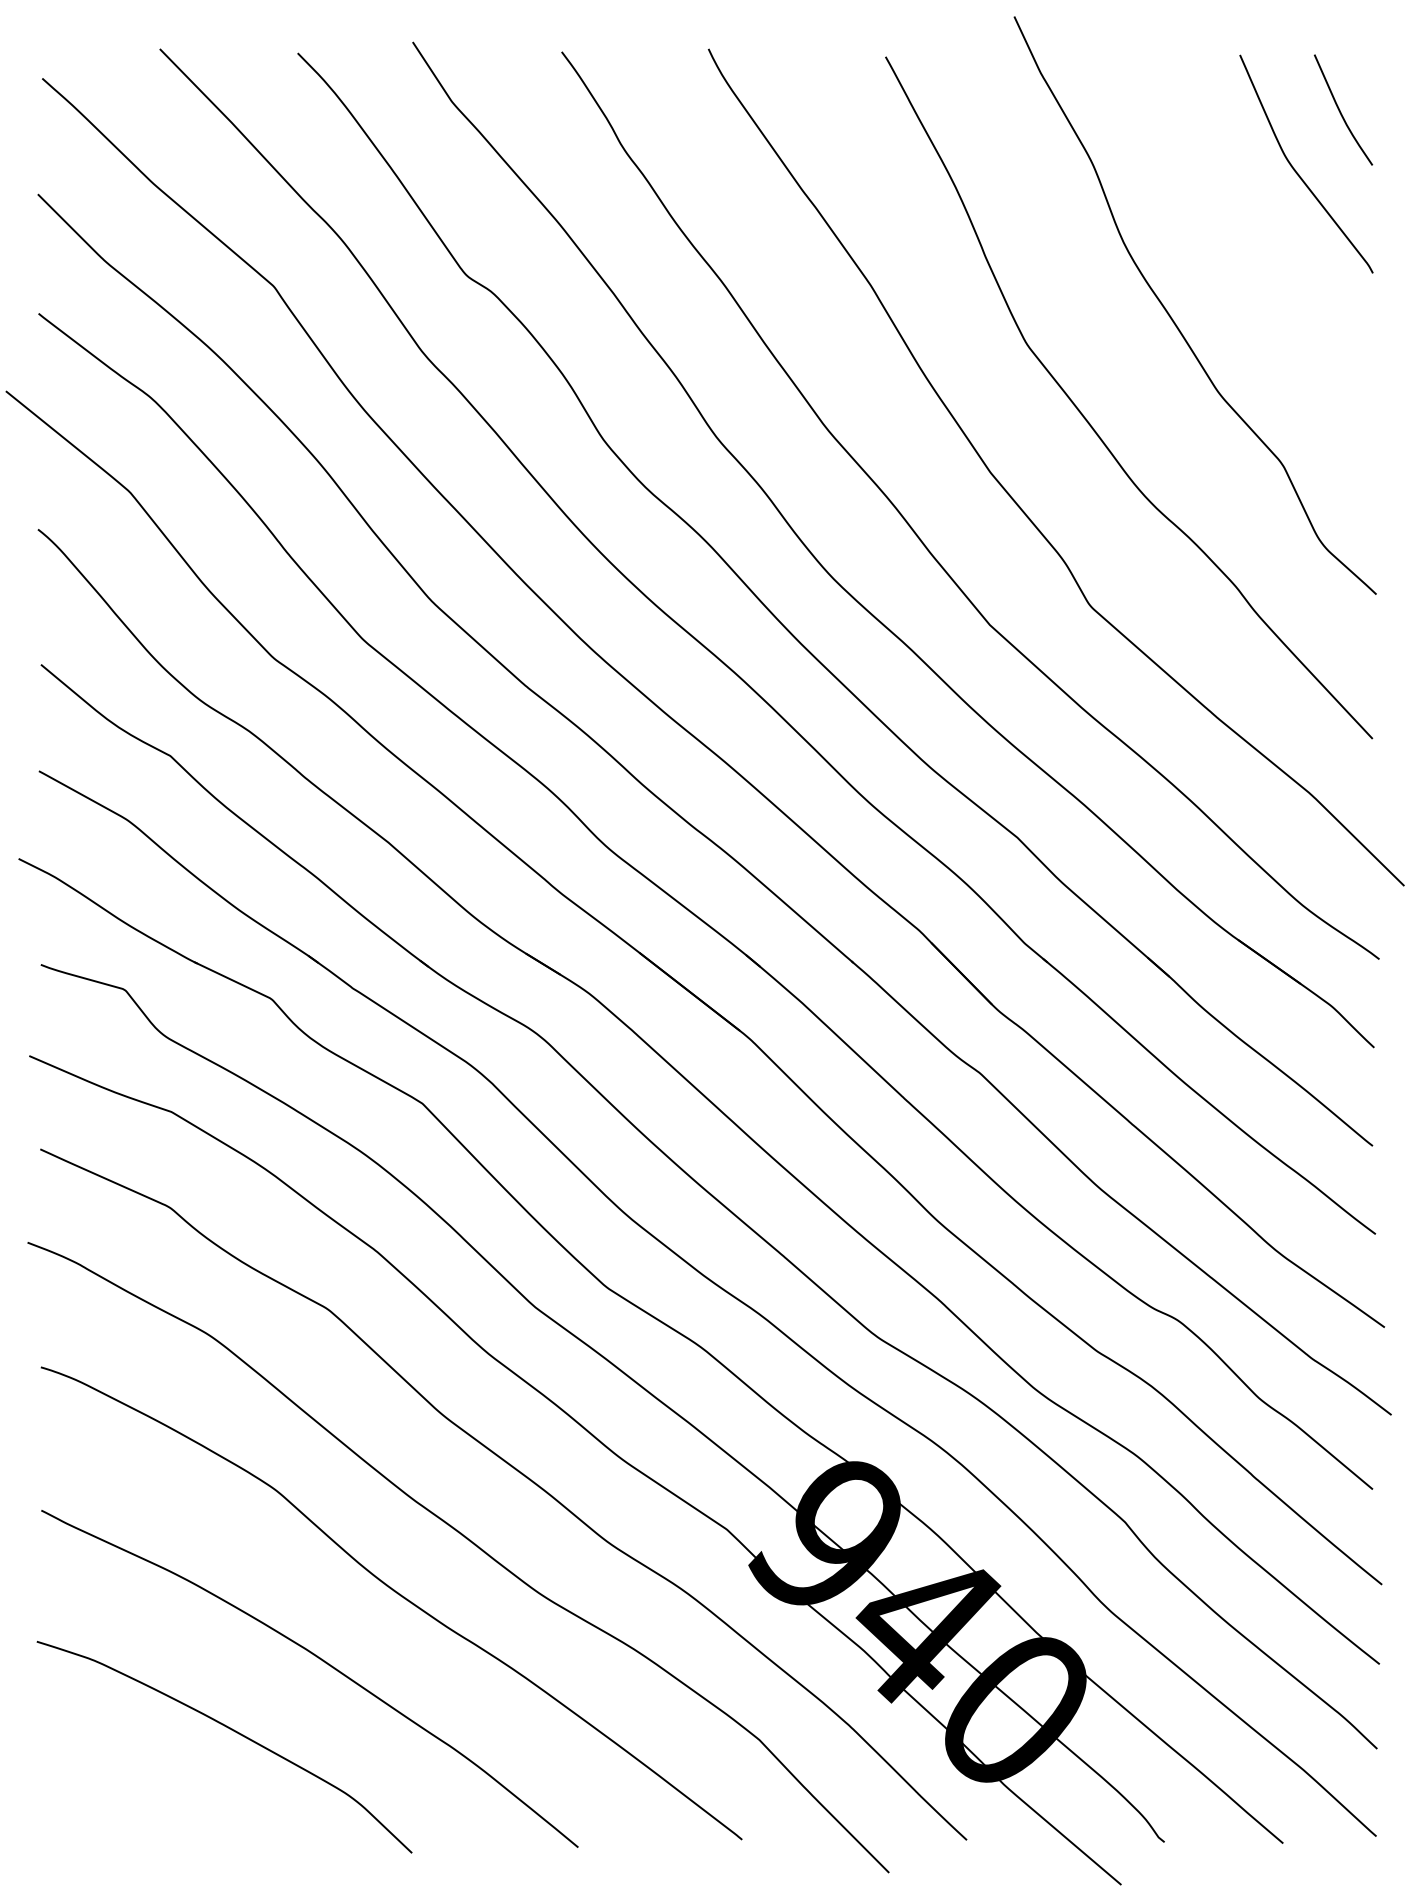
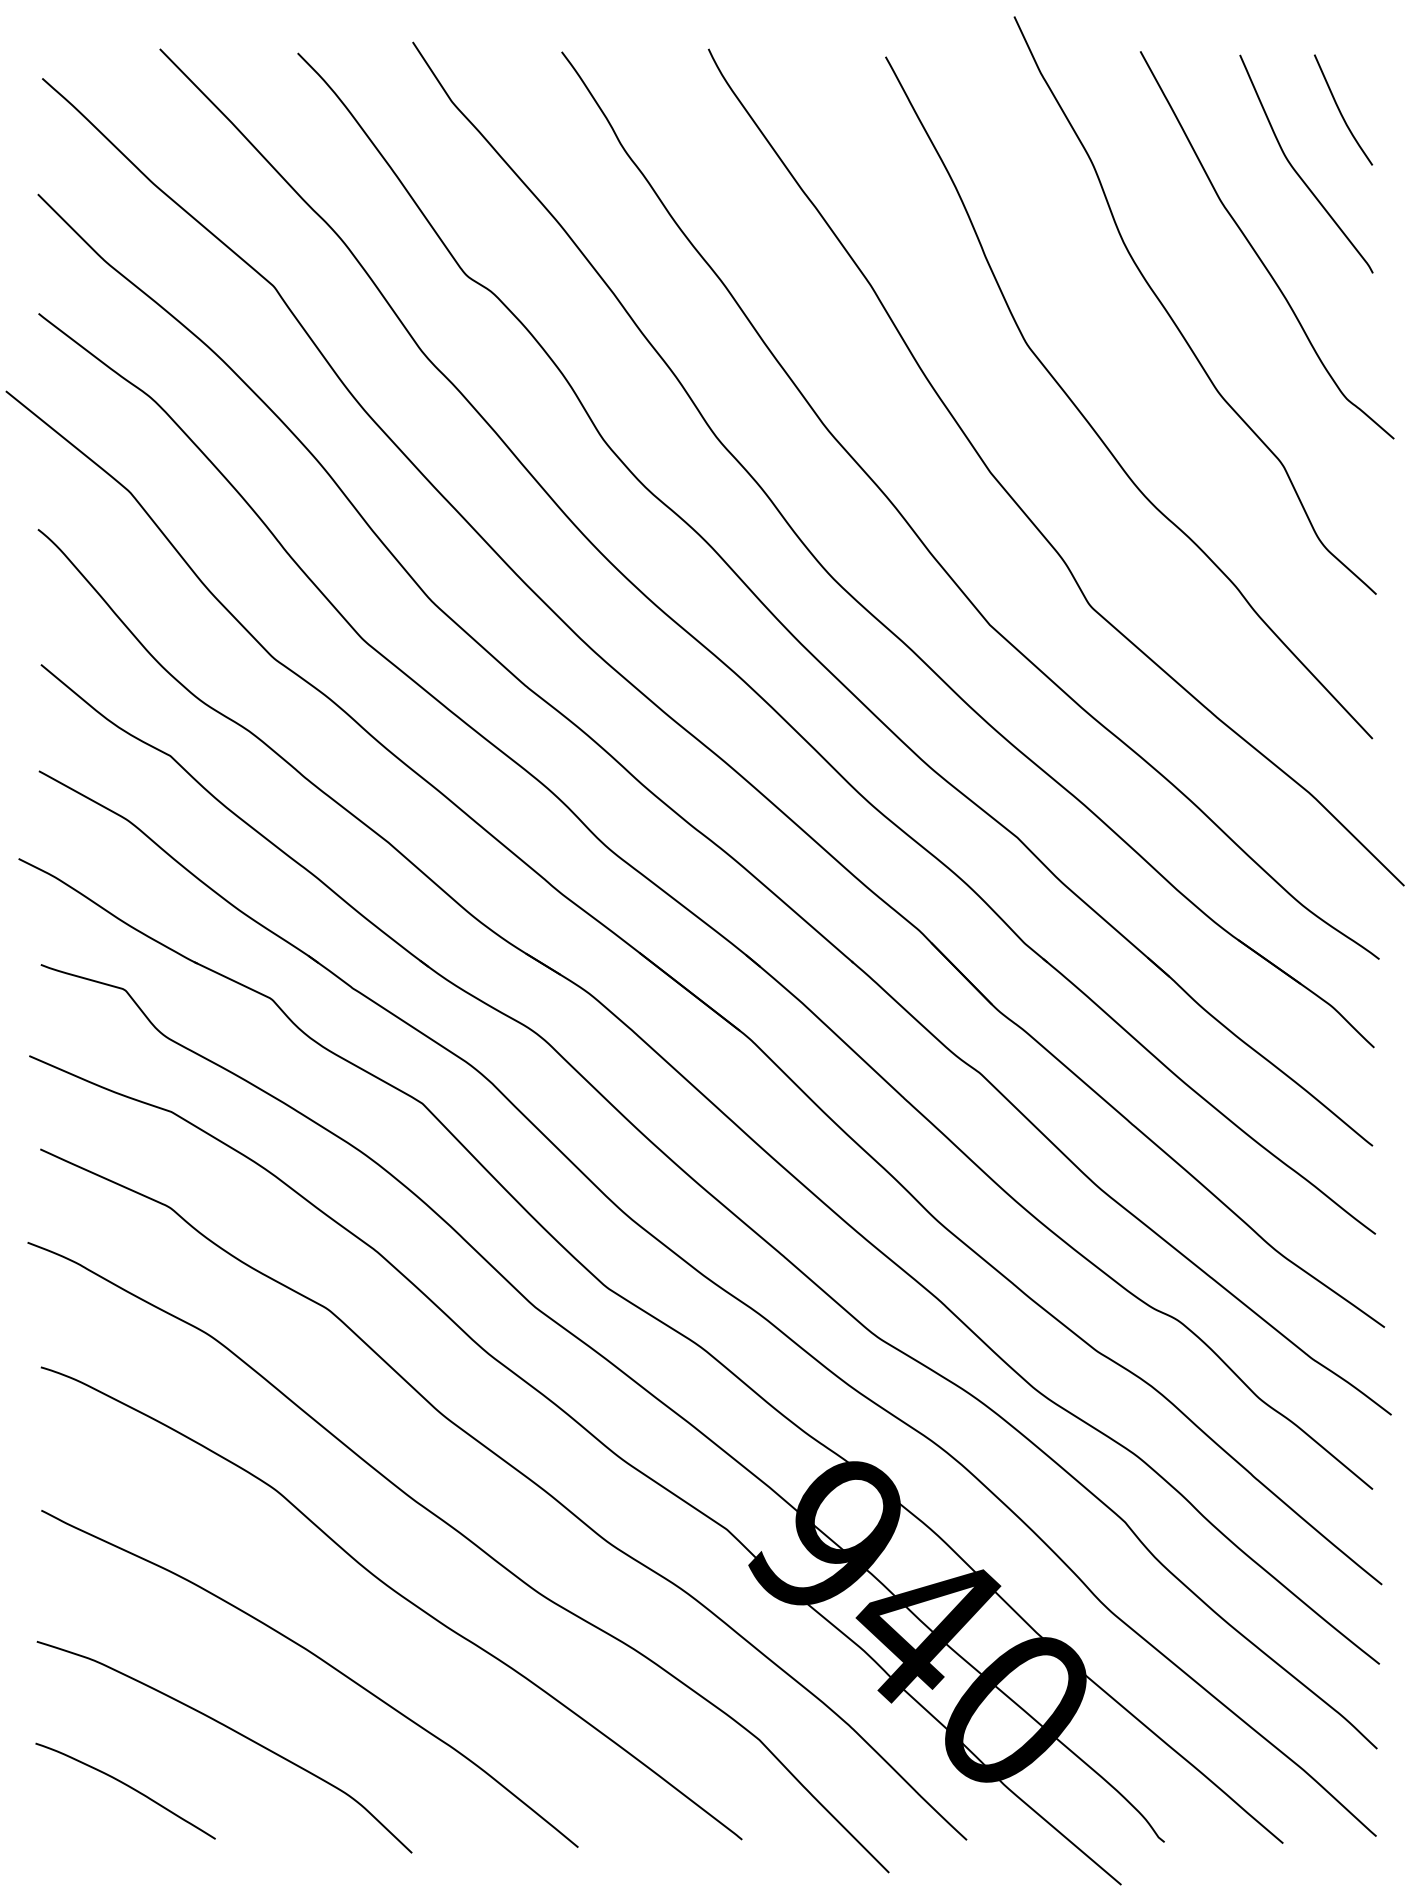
curve at (1256, 251): none -> present
curve at (128, 1787): none -> present
